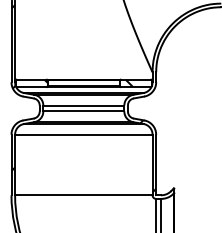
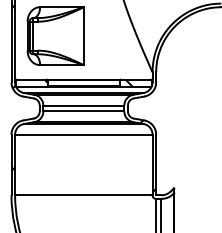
part at (55, 35): none -> present
